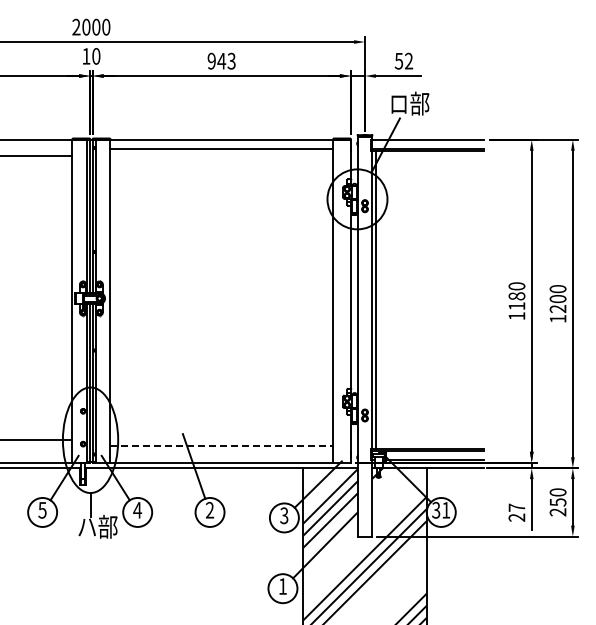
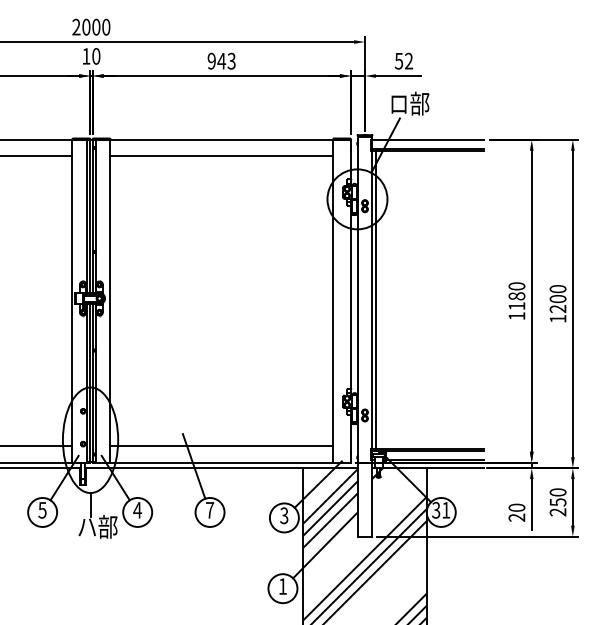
line at (221, 149) position: (221, 149) -> (221, 156)
line at (37, 440) position: (37, 440) -> (37, 446)
line at (222, 446): dashed -> solid
text at (516, 507): 27 -> 20
text at (210, 509): 2 -> 7
